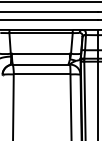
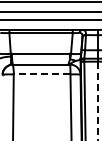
line at (41, 74): solid -> dashed
line at (97, 101): solid -> dashed
